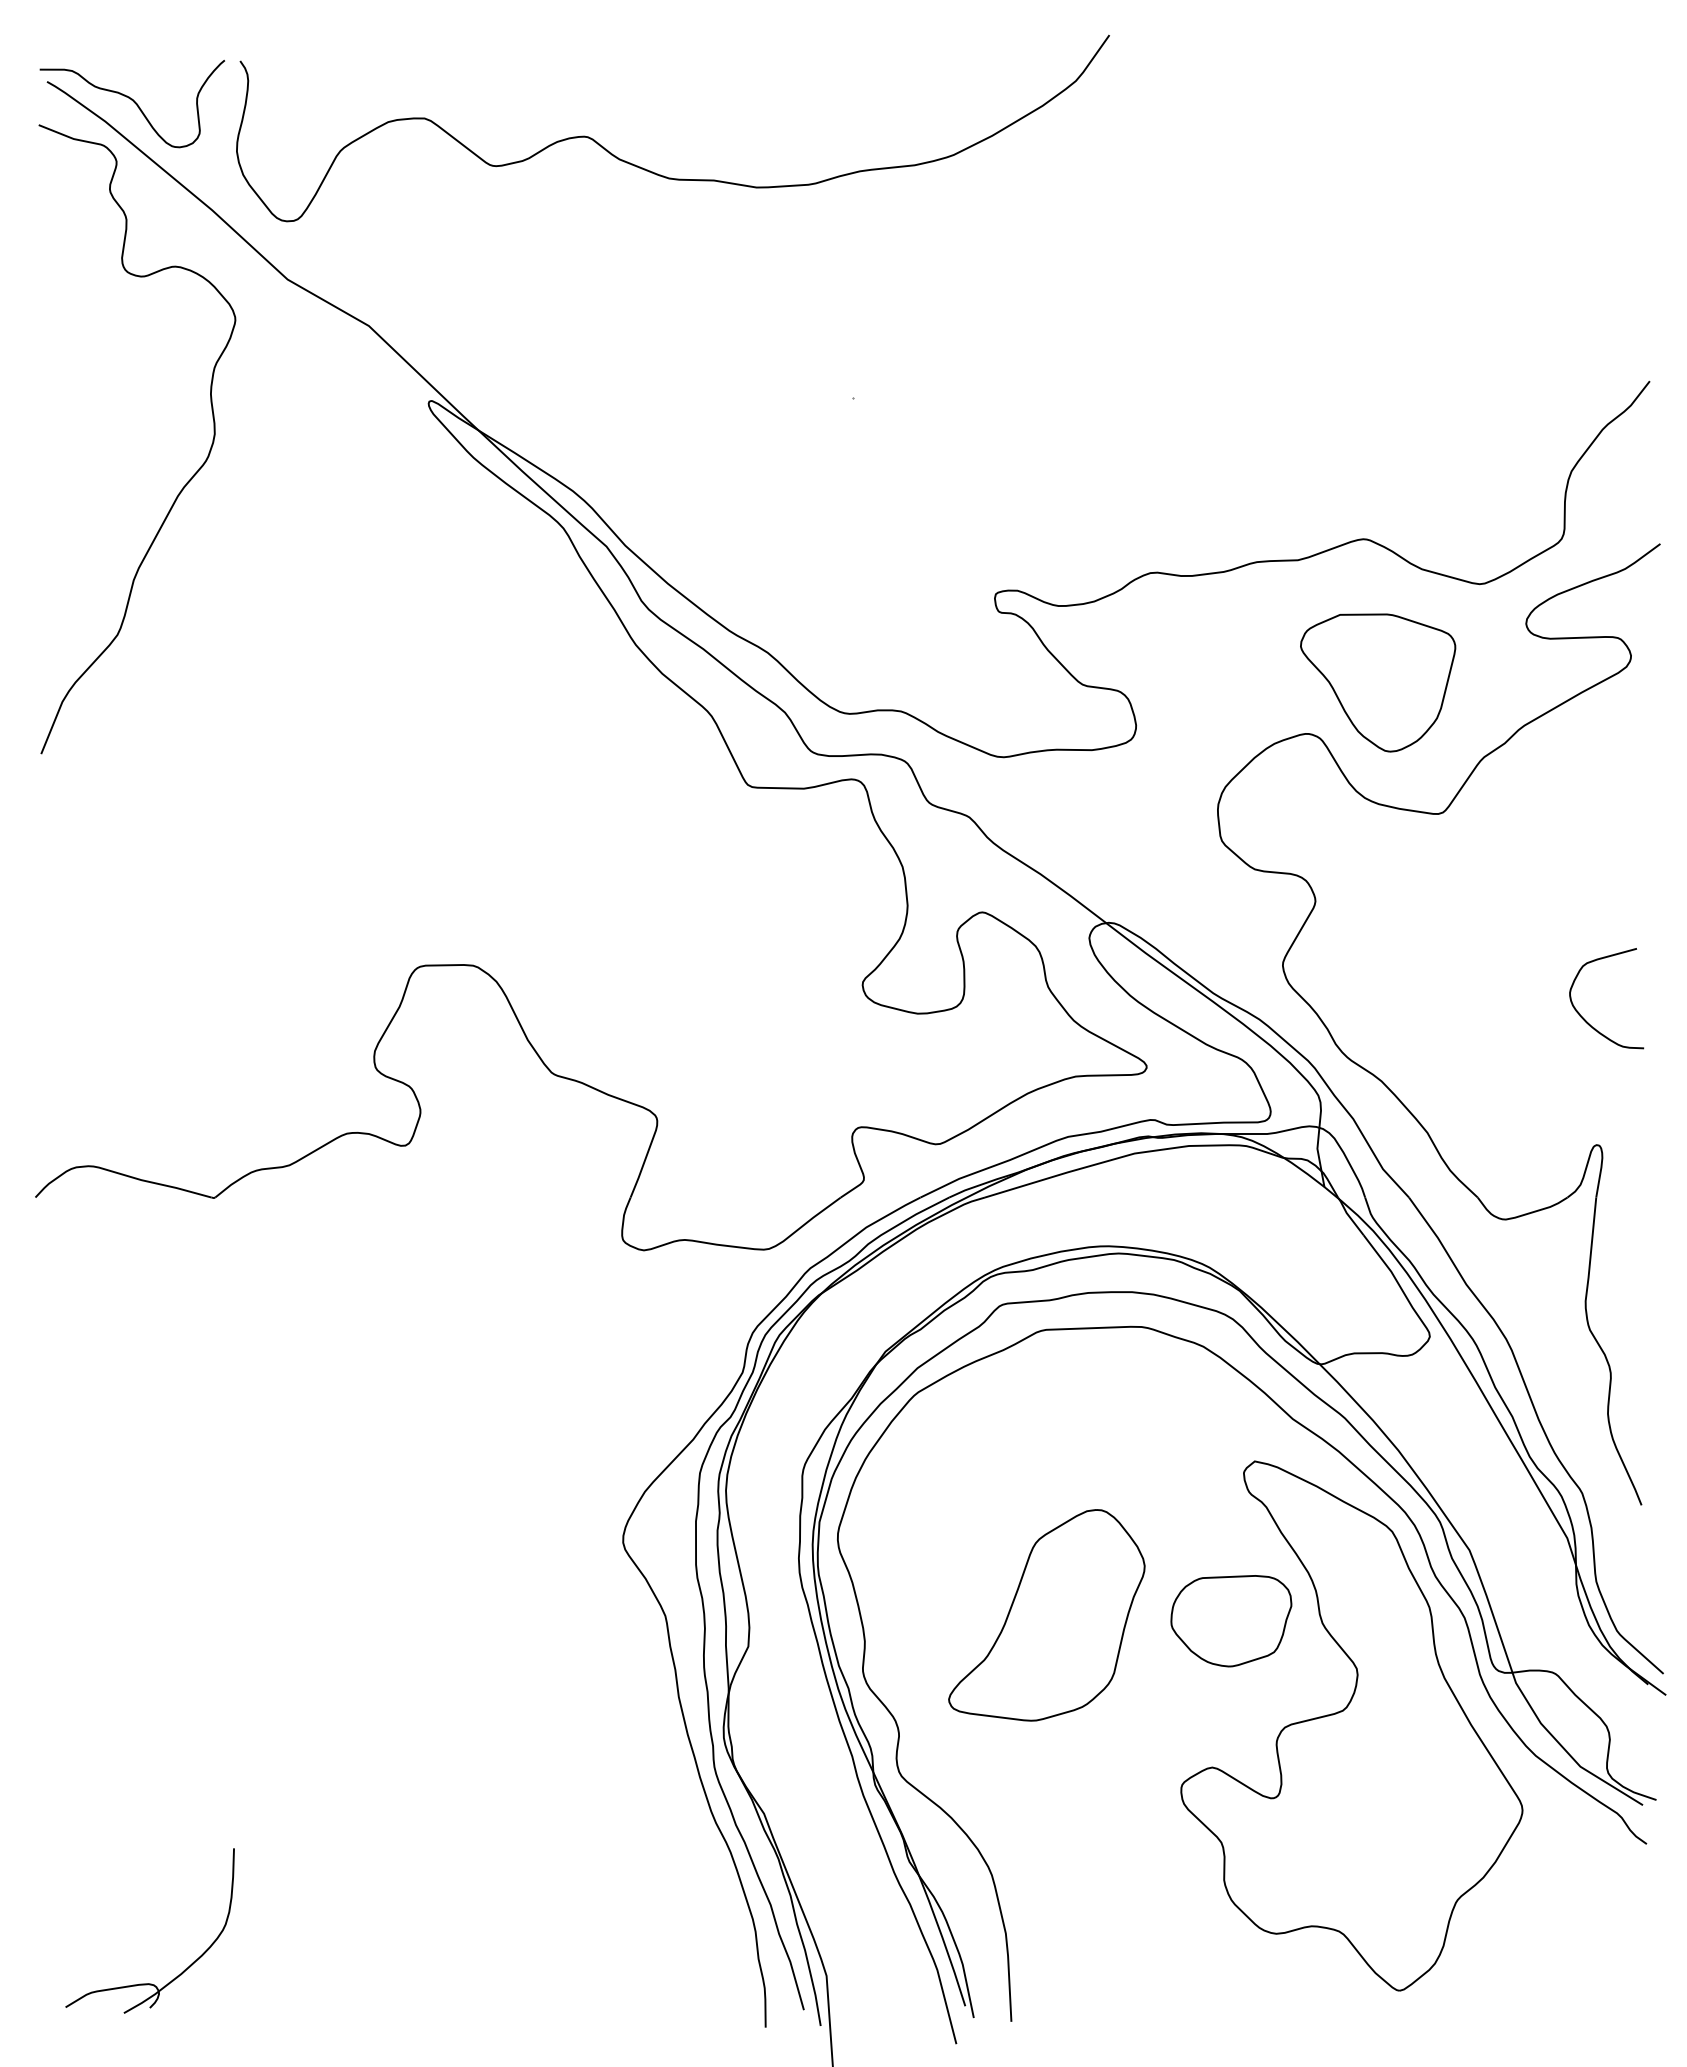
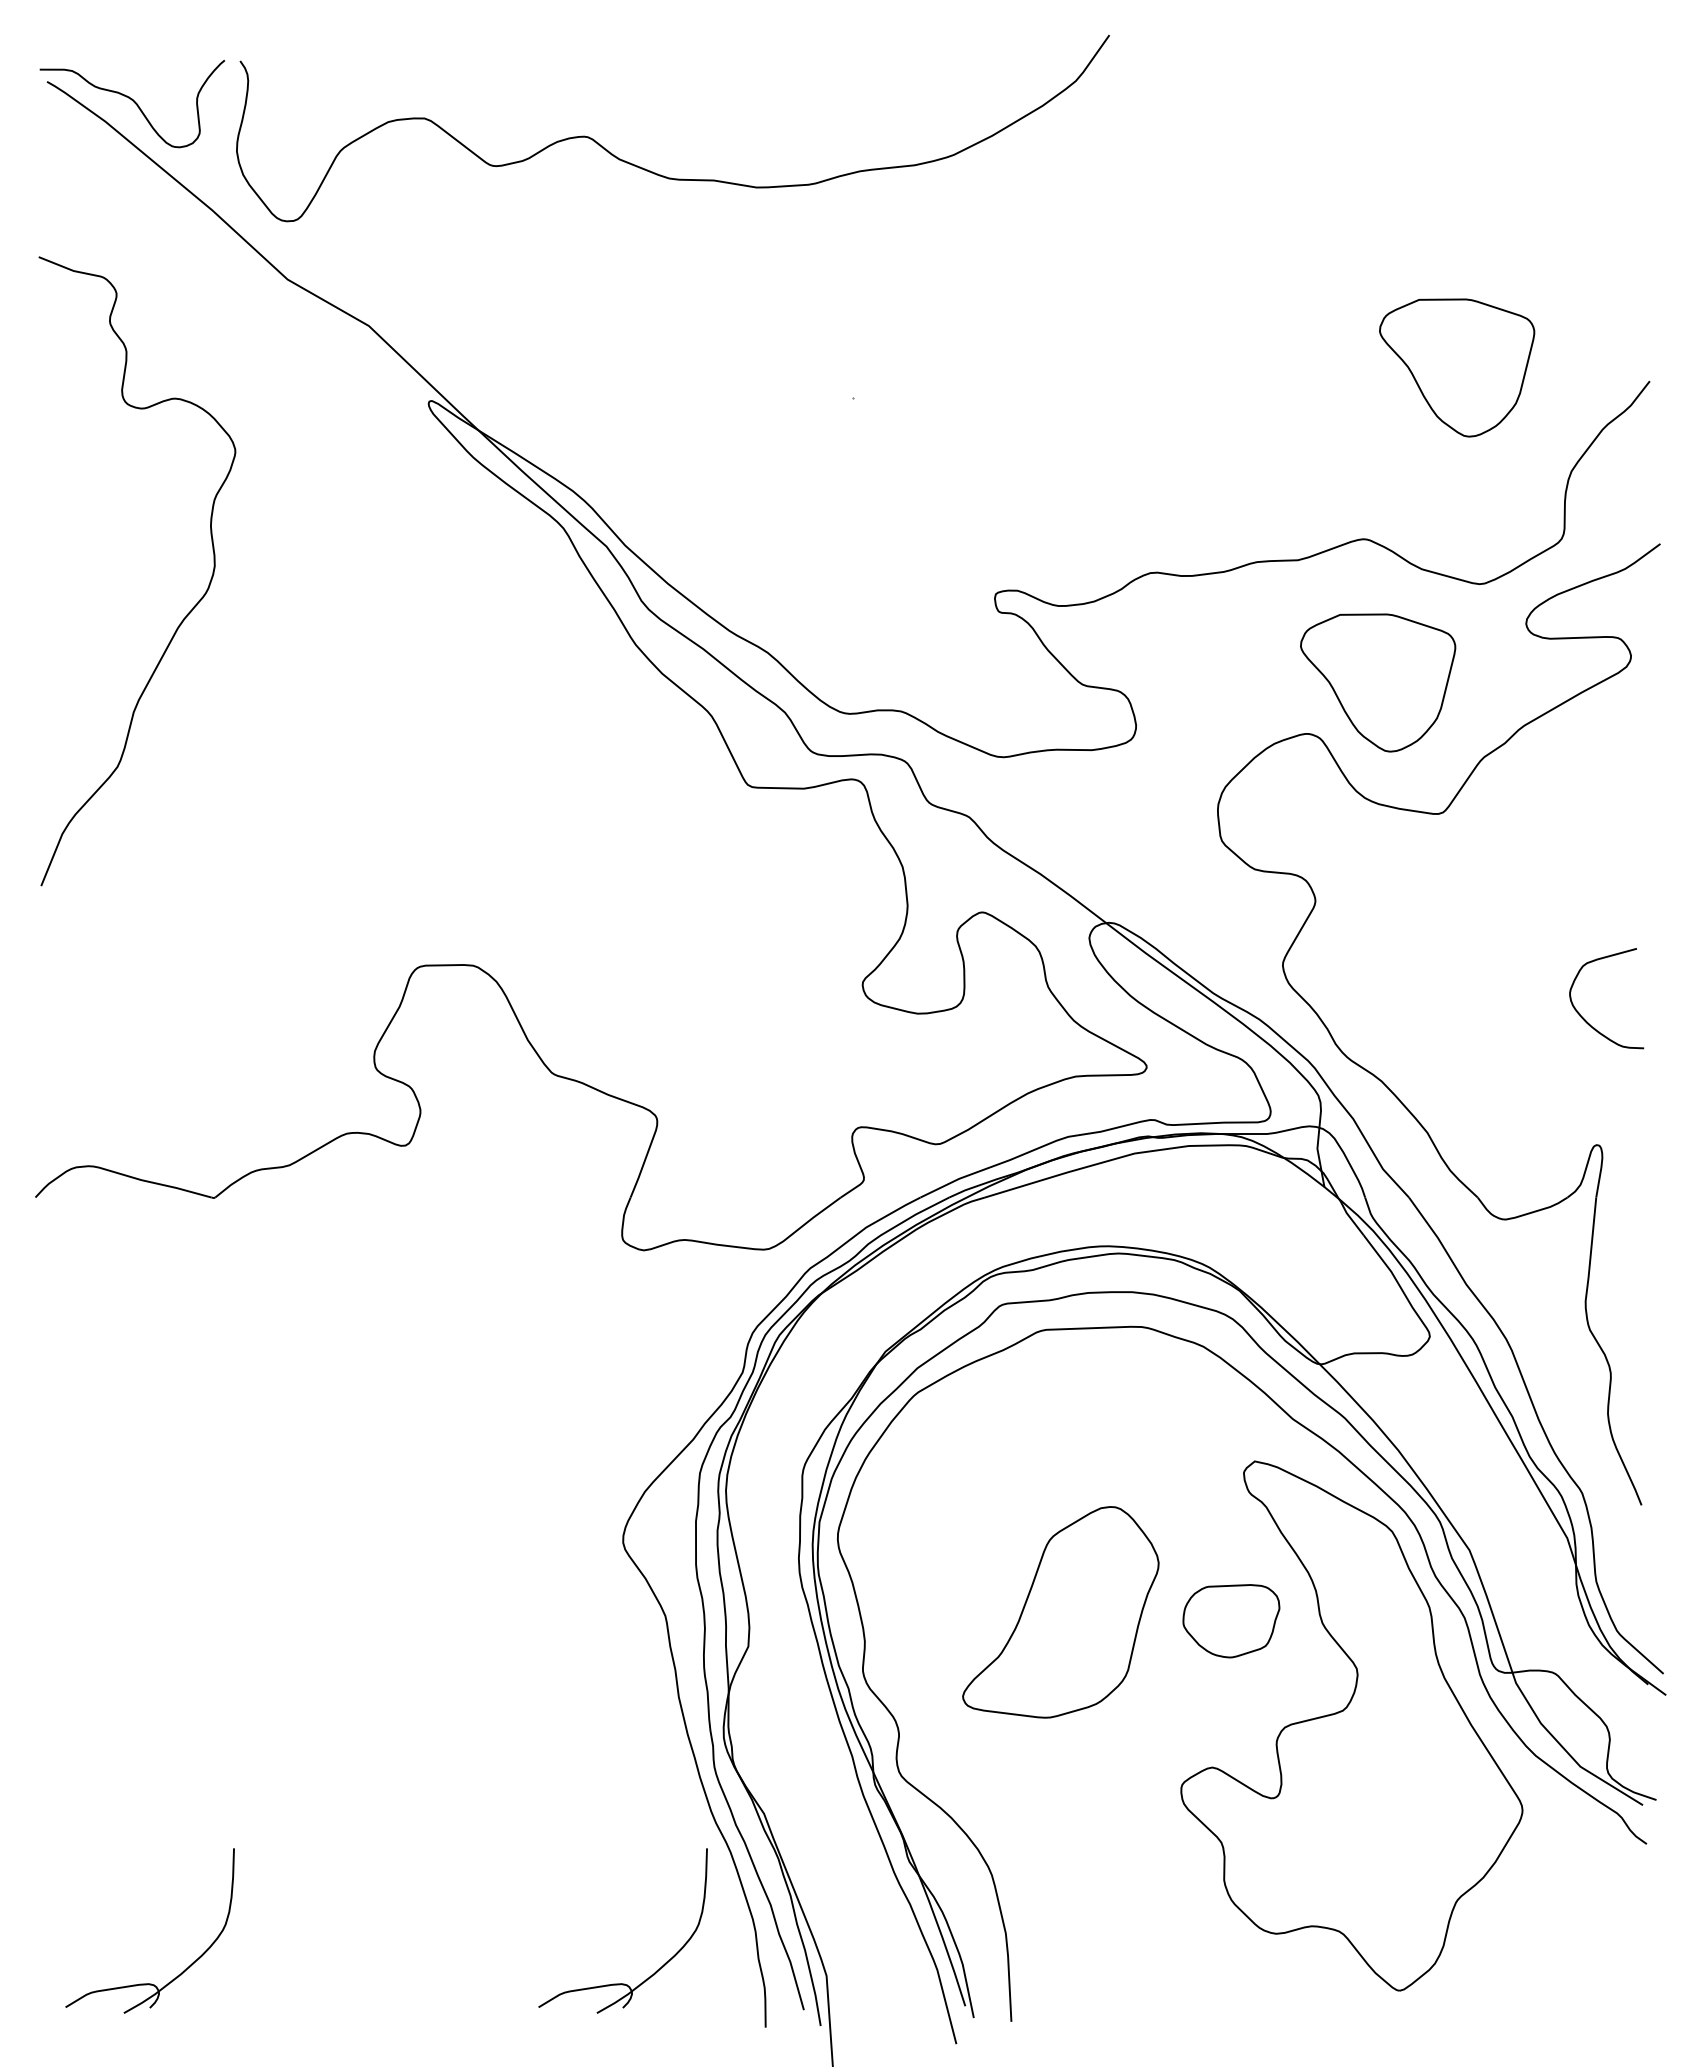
part at (1457, 367): none -> present
curve at (186, 482) position: (186, 482) -> (186, 614)
part at (1046, 1615) position: (1046, 1615) -> (1060, 1612)
part at (1231, 1621) size: 123x93 px -> 99x75 px
part at (657, 1969): none -> present
